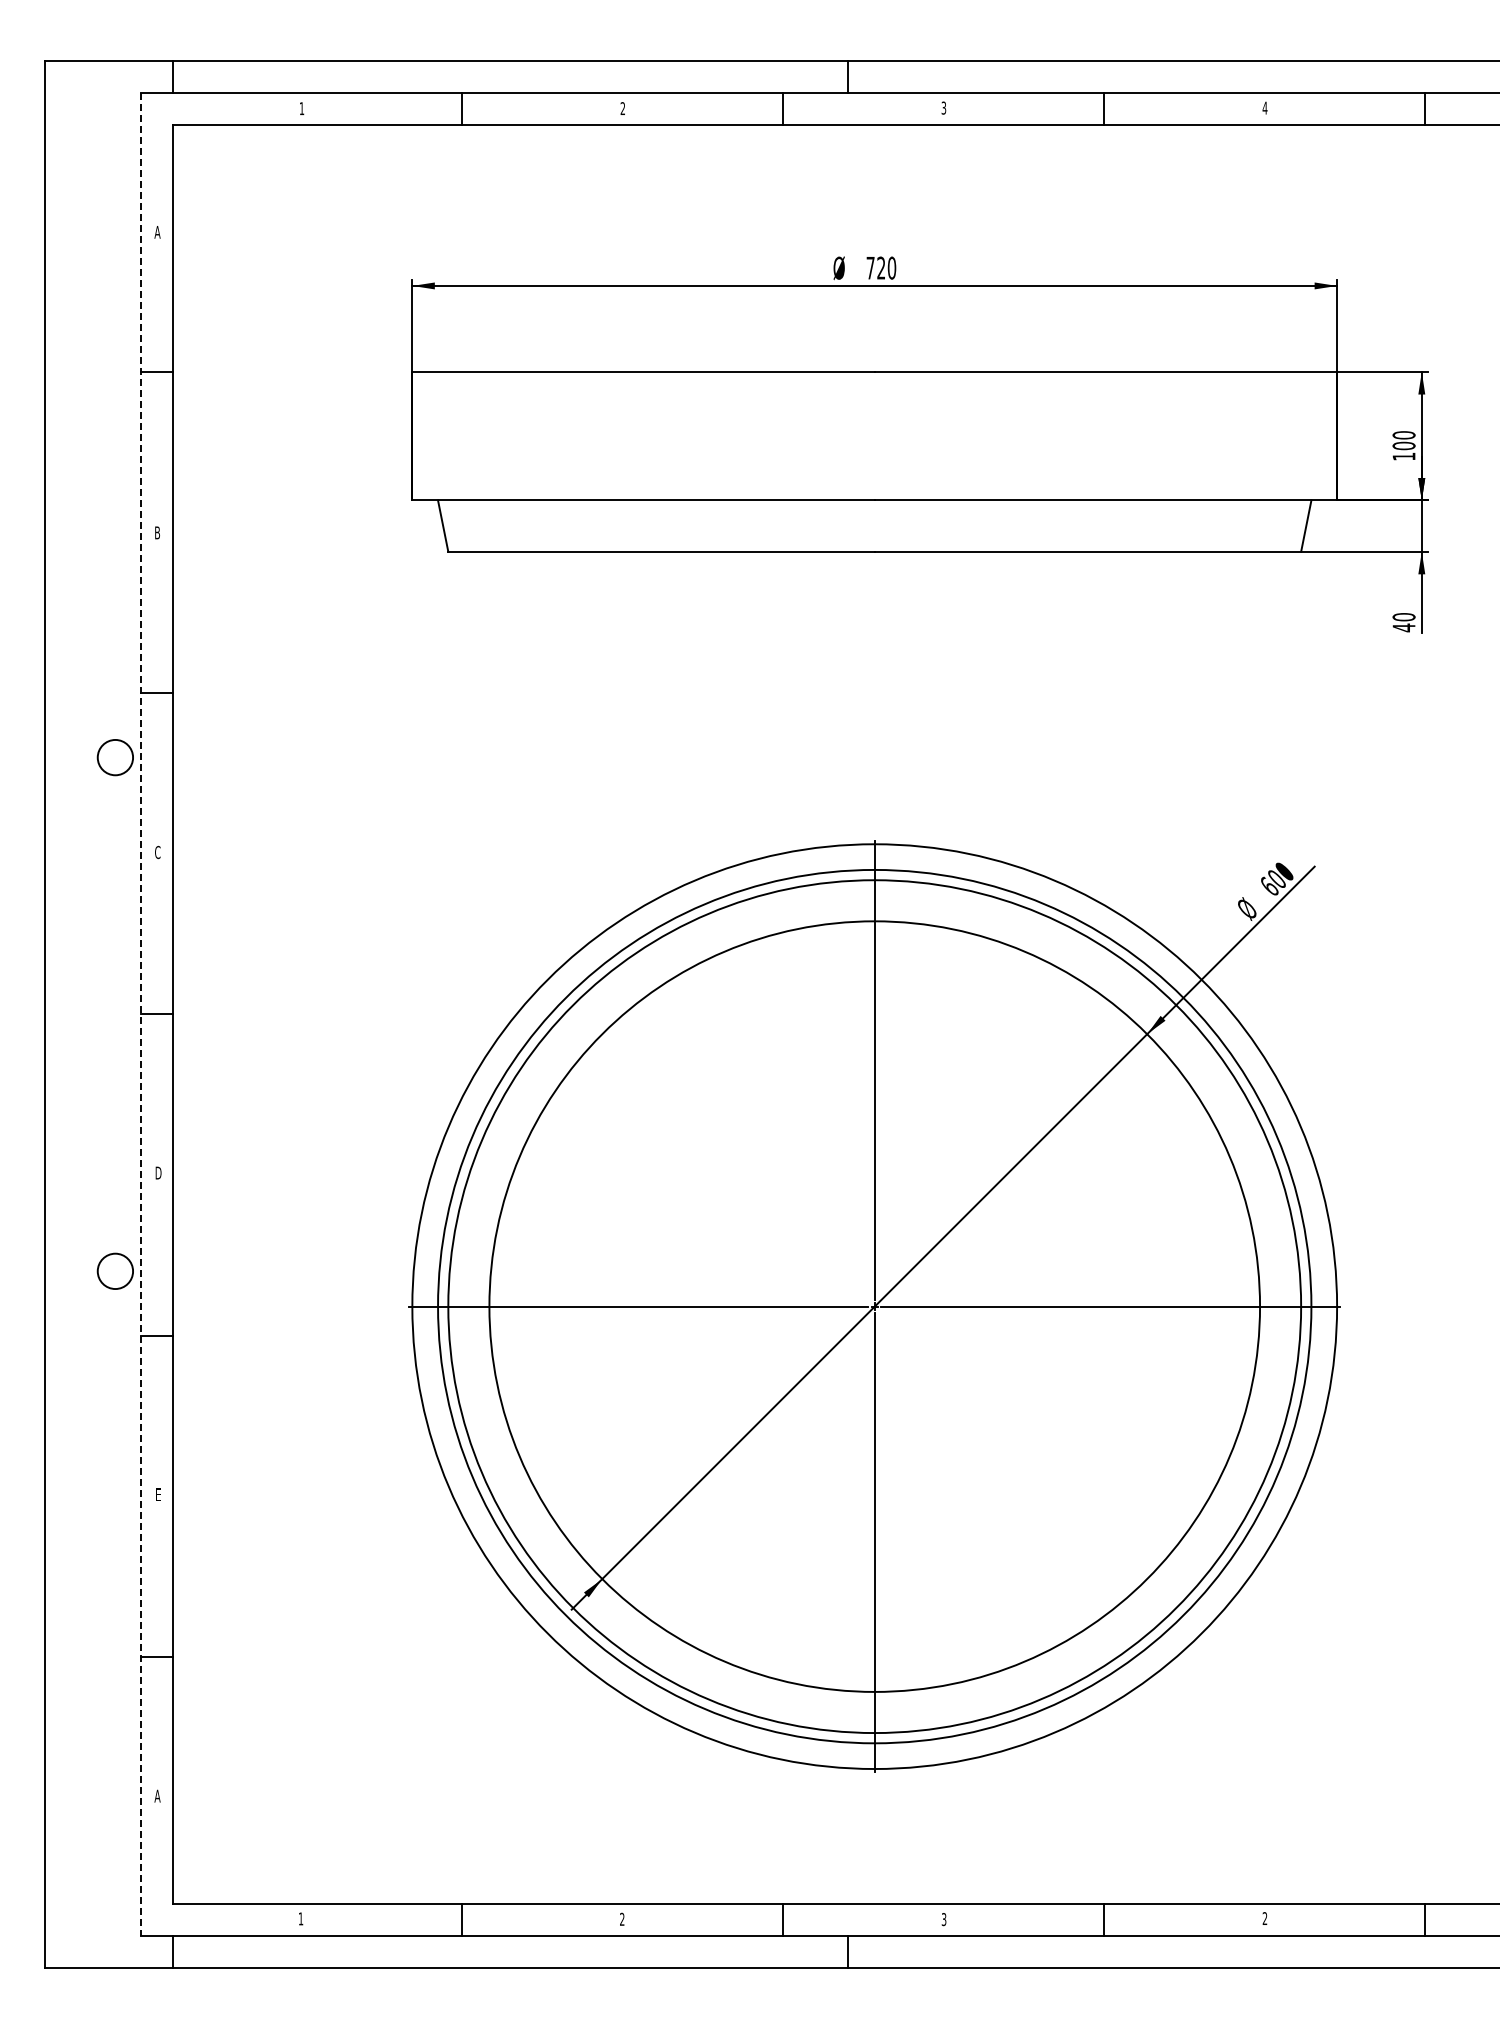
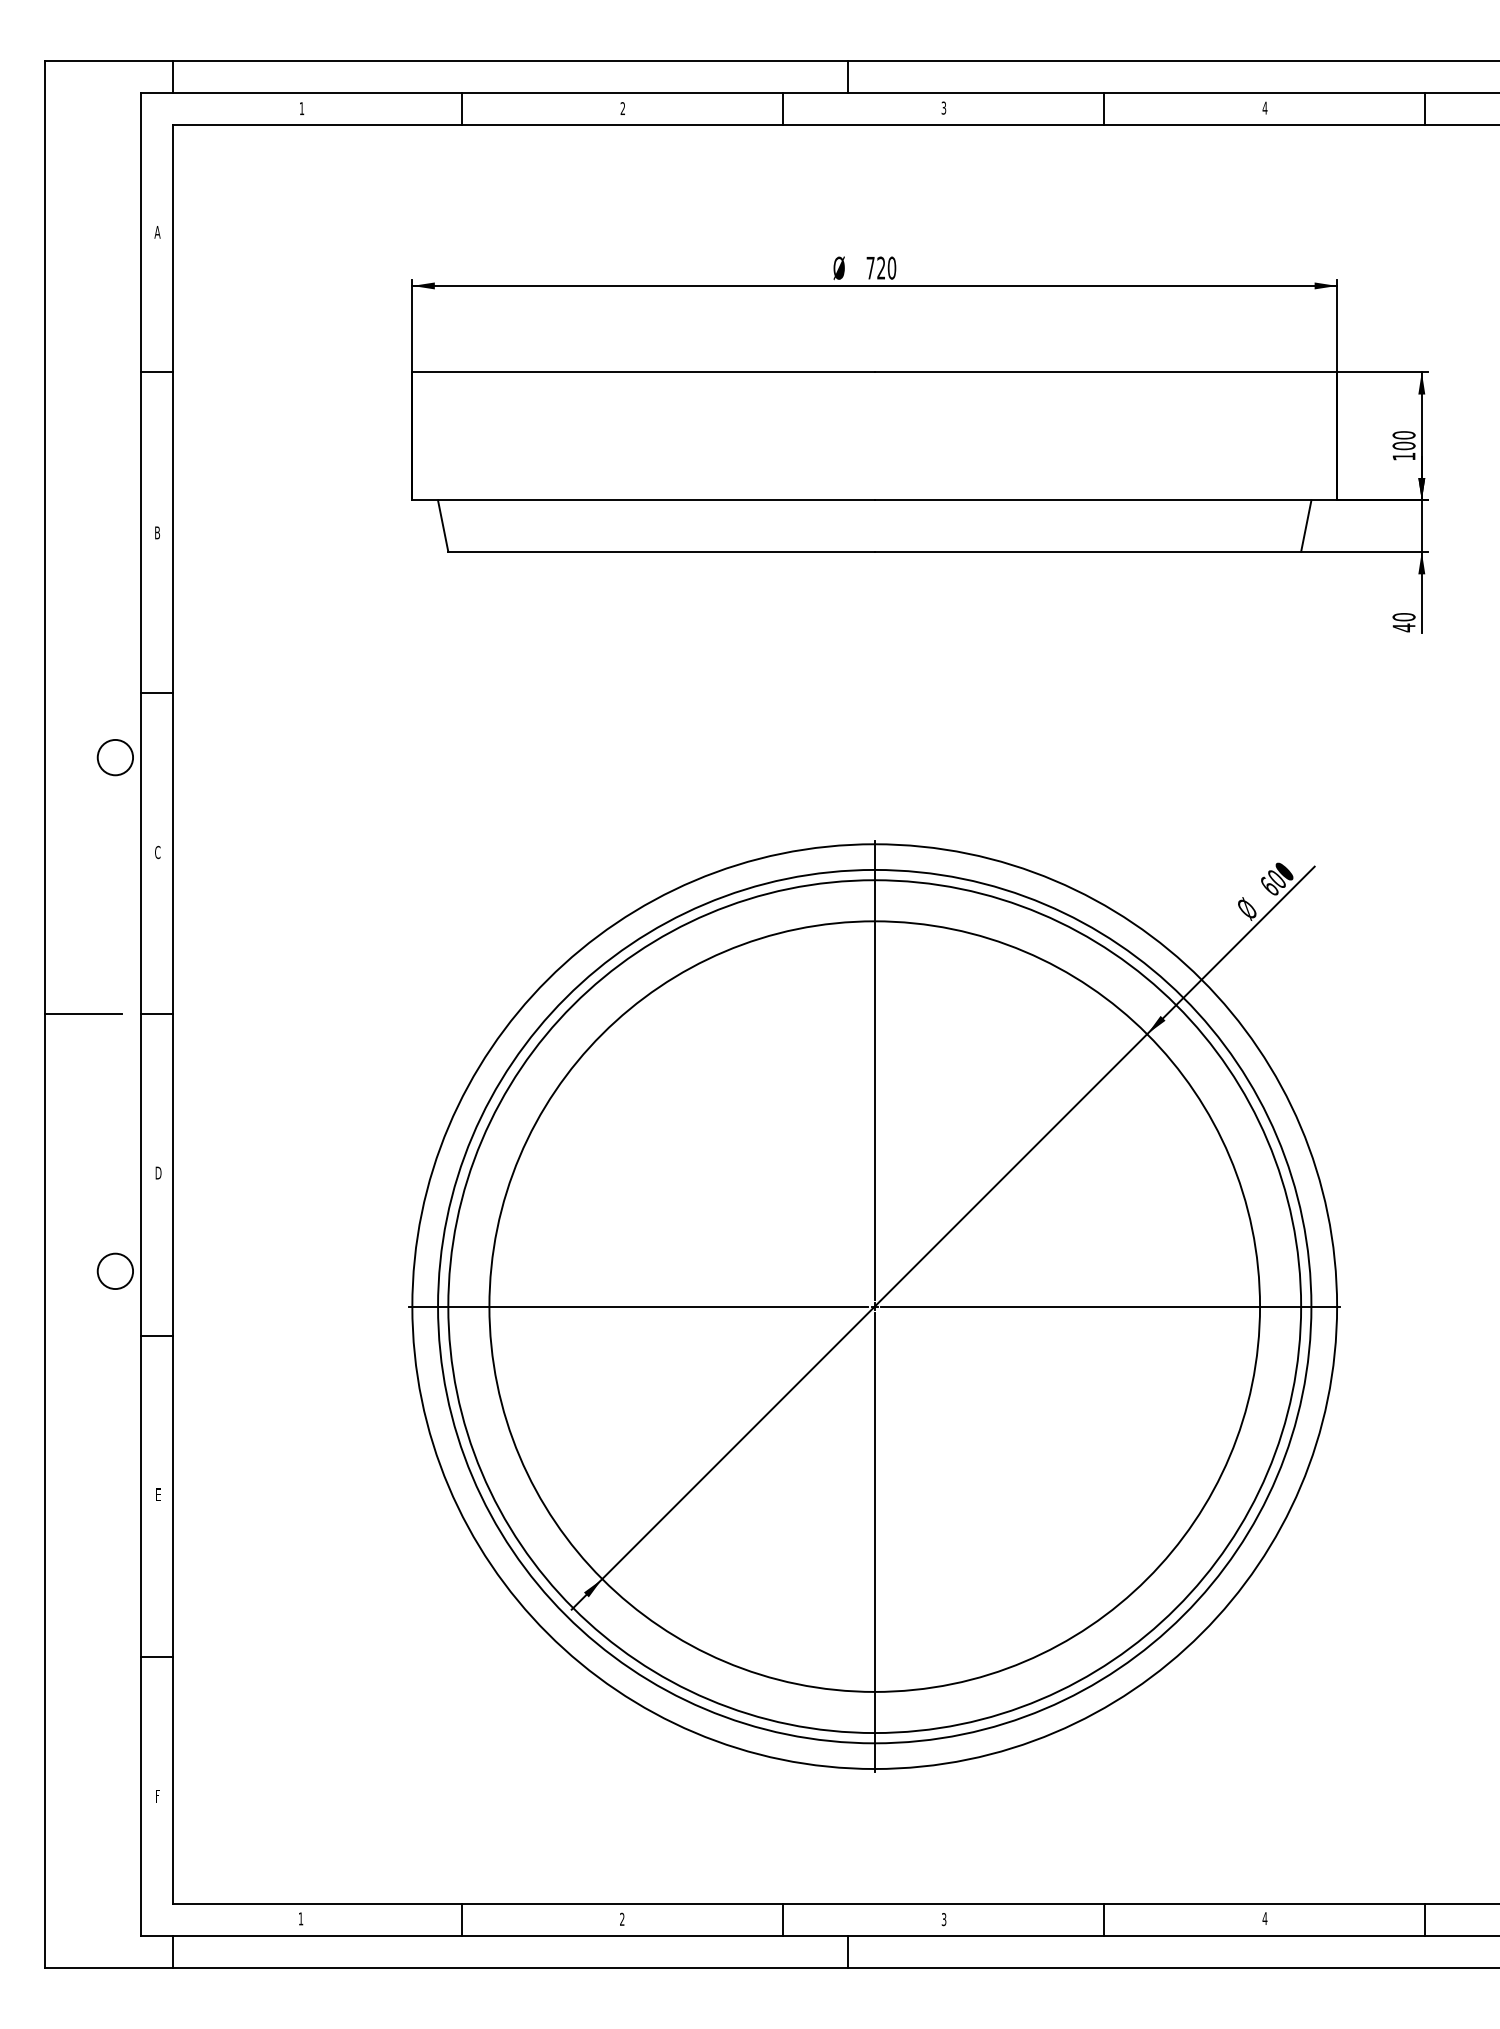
line at (82, 1014): none -> present
line at (141, 1014): dashed -> solid
text at (157, 1795): A -> F
text at (1264, 1918): 2 -> 4
